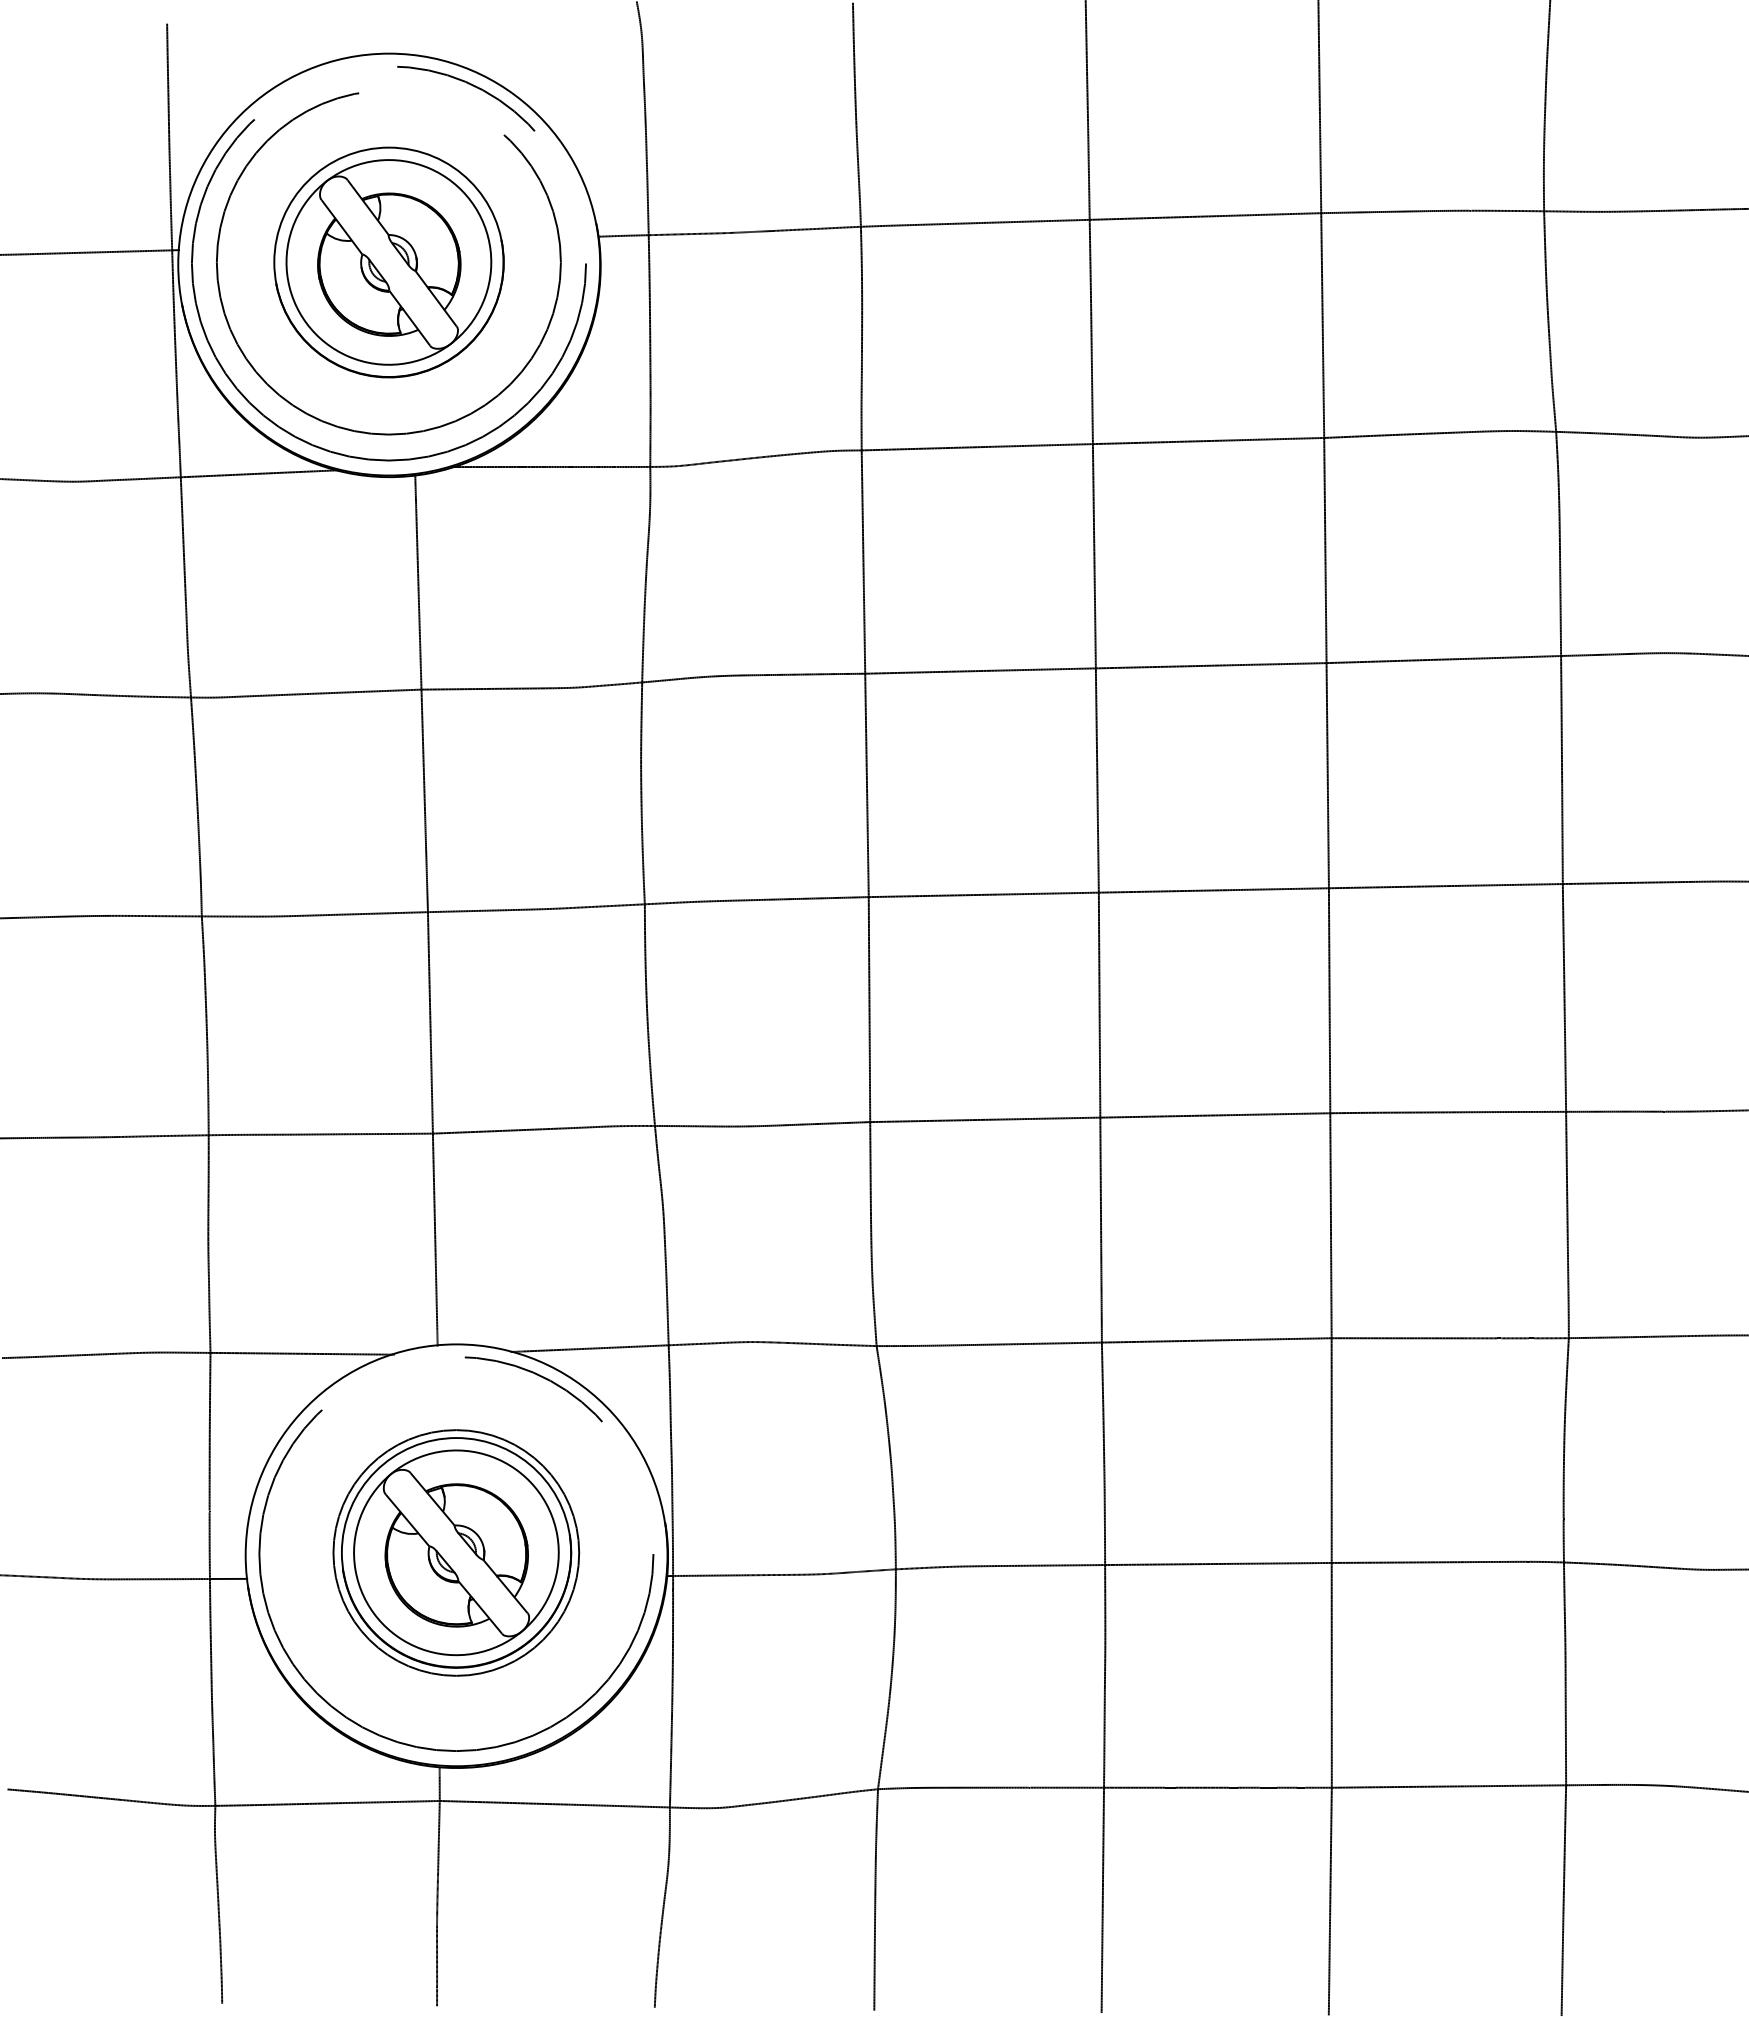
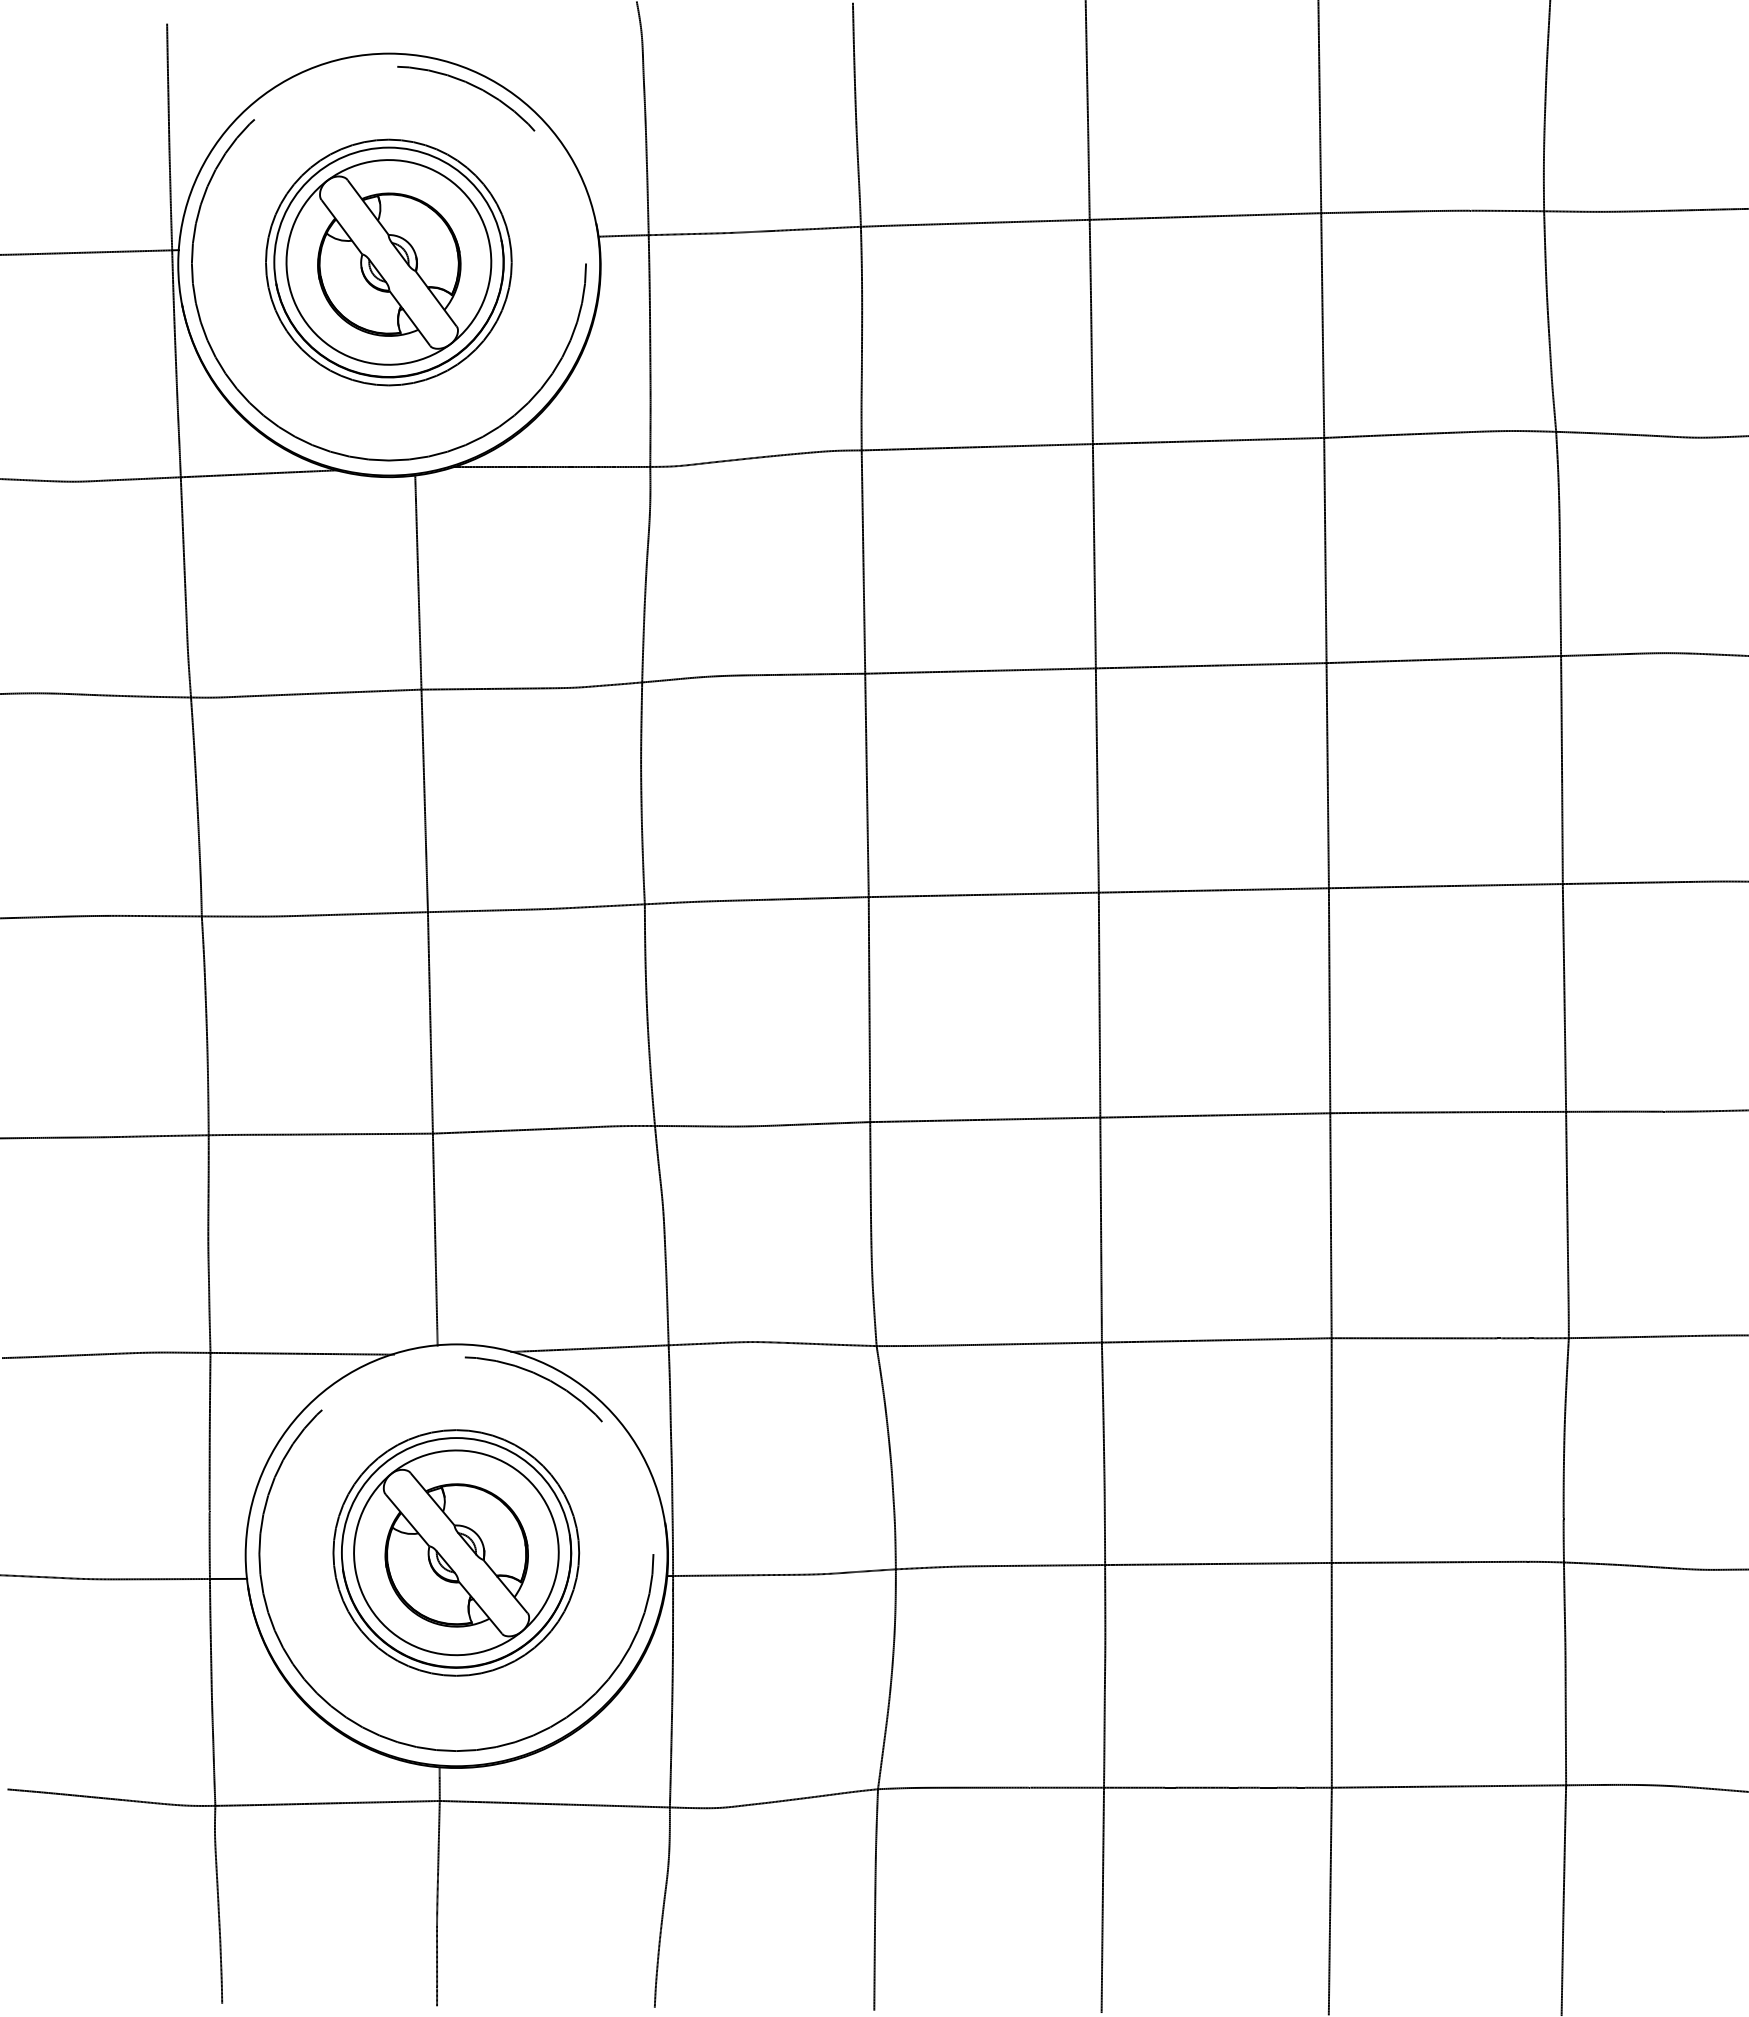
circle at (388, 262) diameter: 344 px -> 246 px
